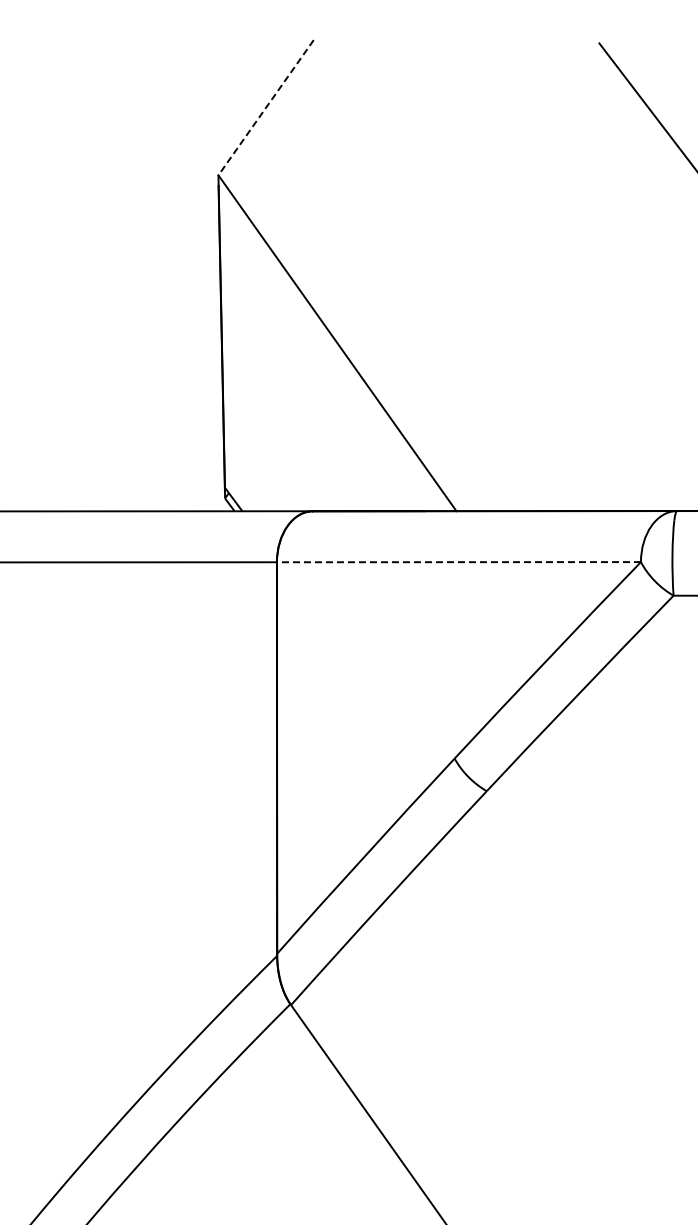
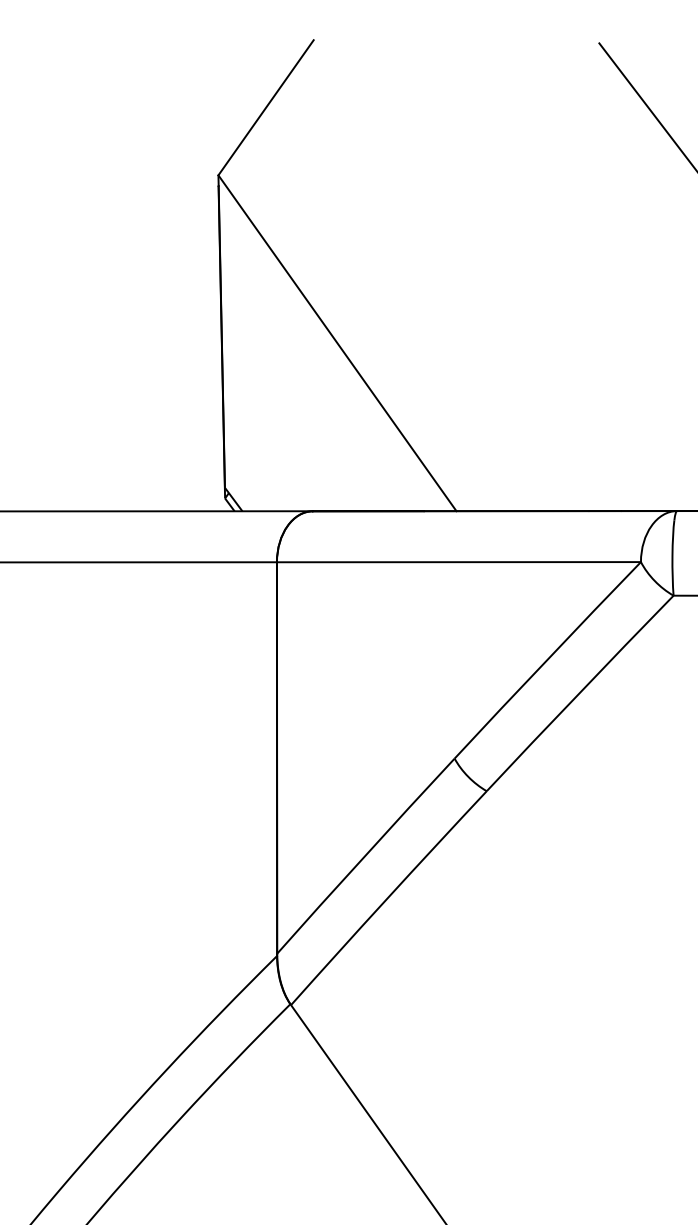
line at (266, 107): dashed -> solid
line at (458, 562): dashed -> solid
